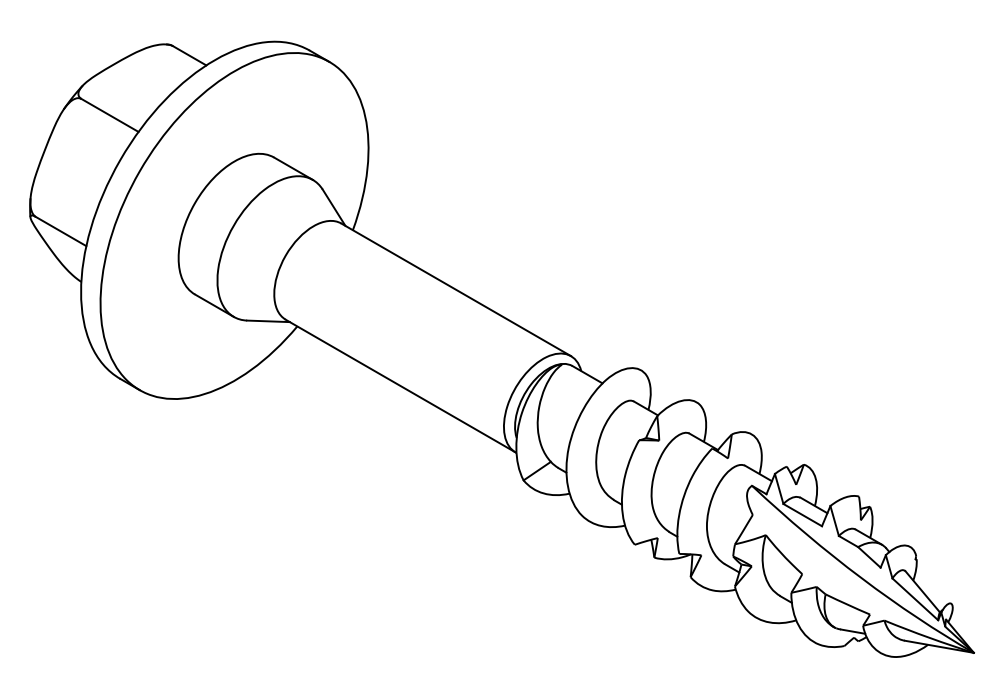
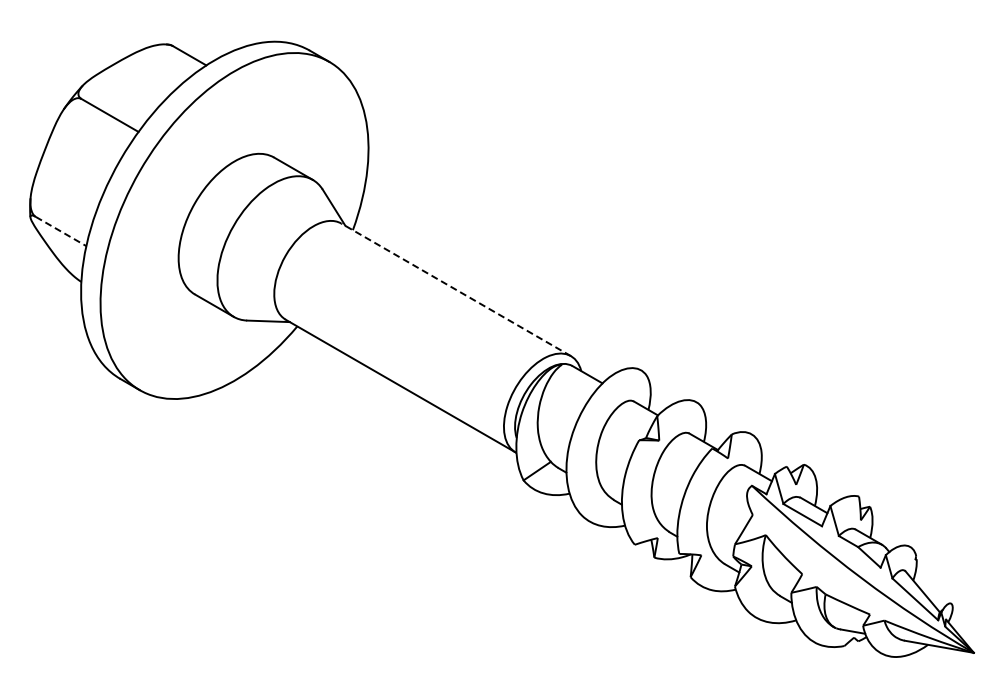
line at (61, 231): solid -> dashed
line at (456, 289): solid -> dashed
